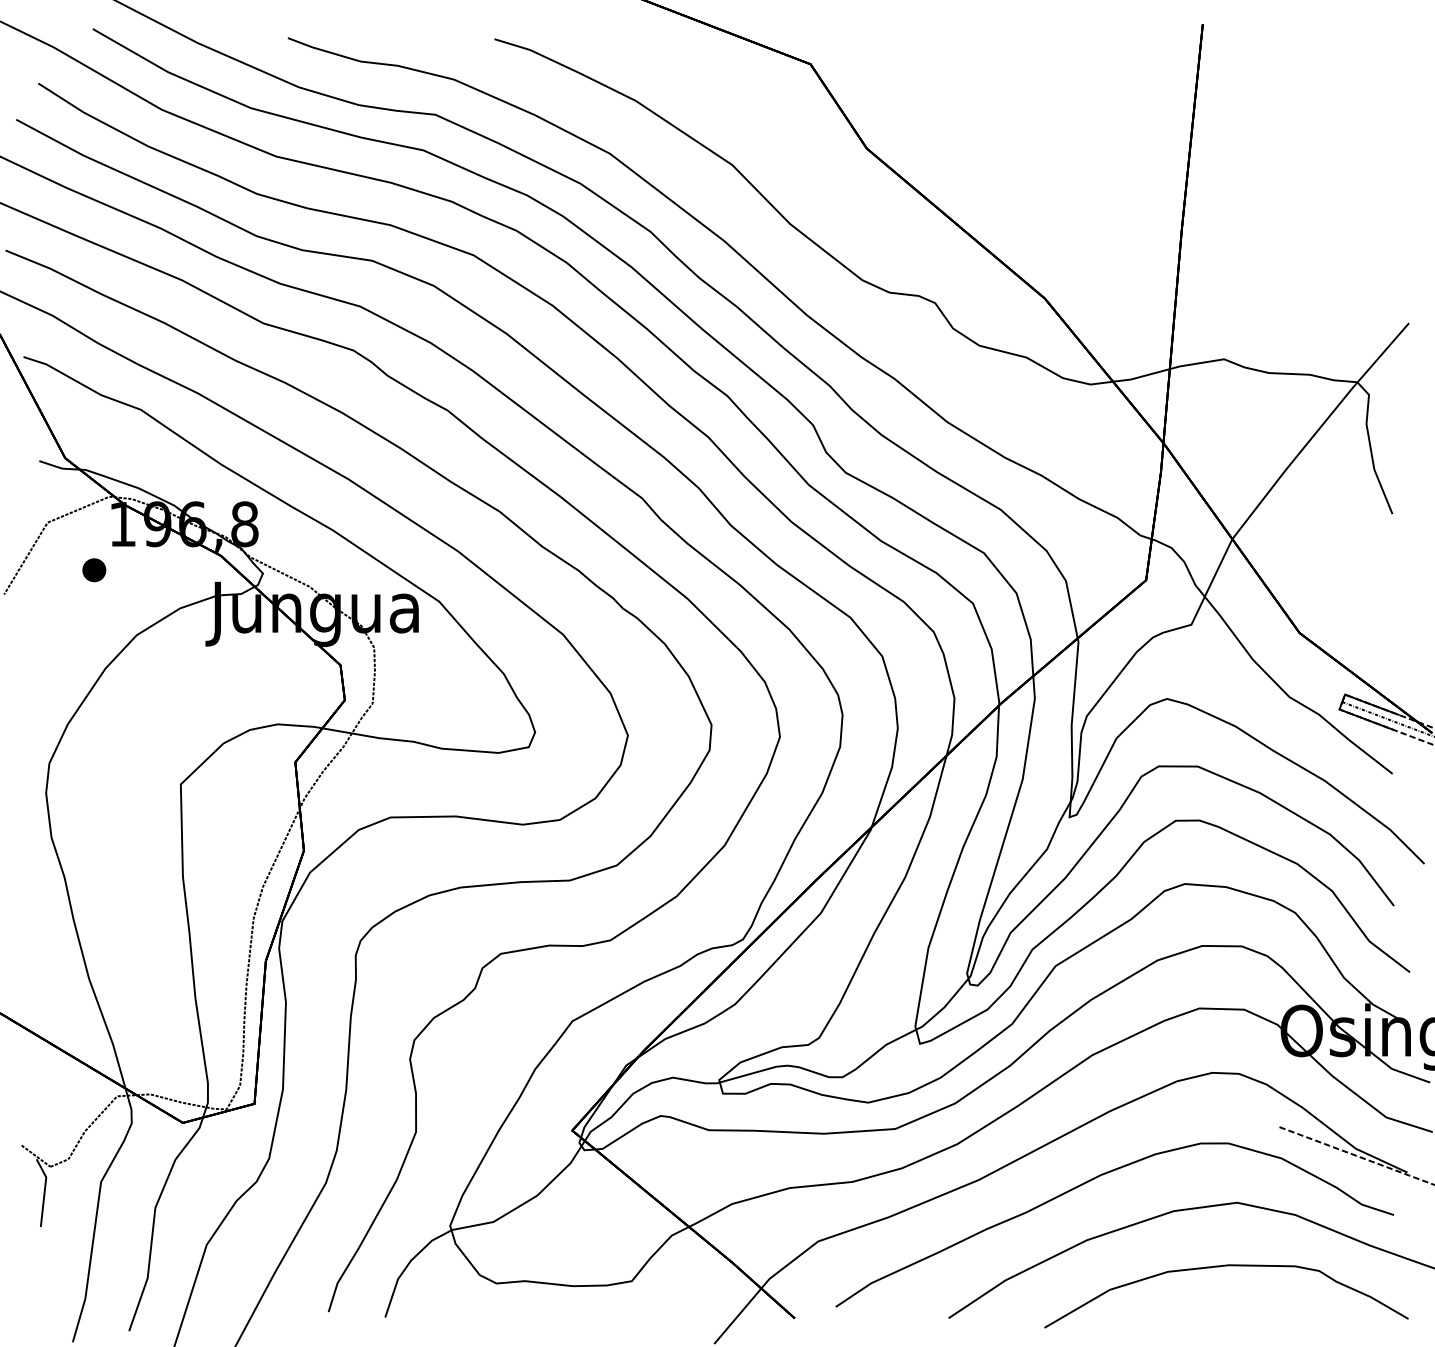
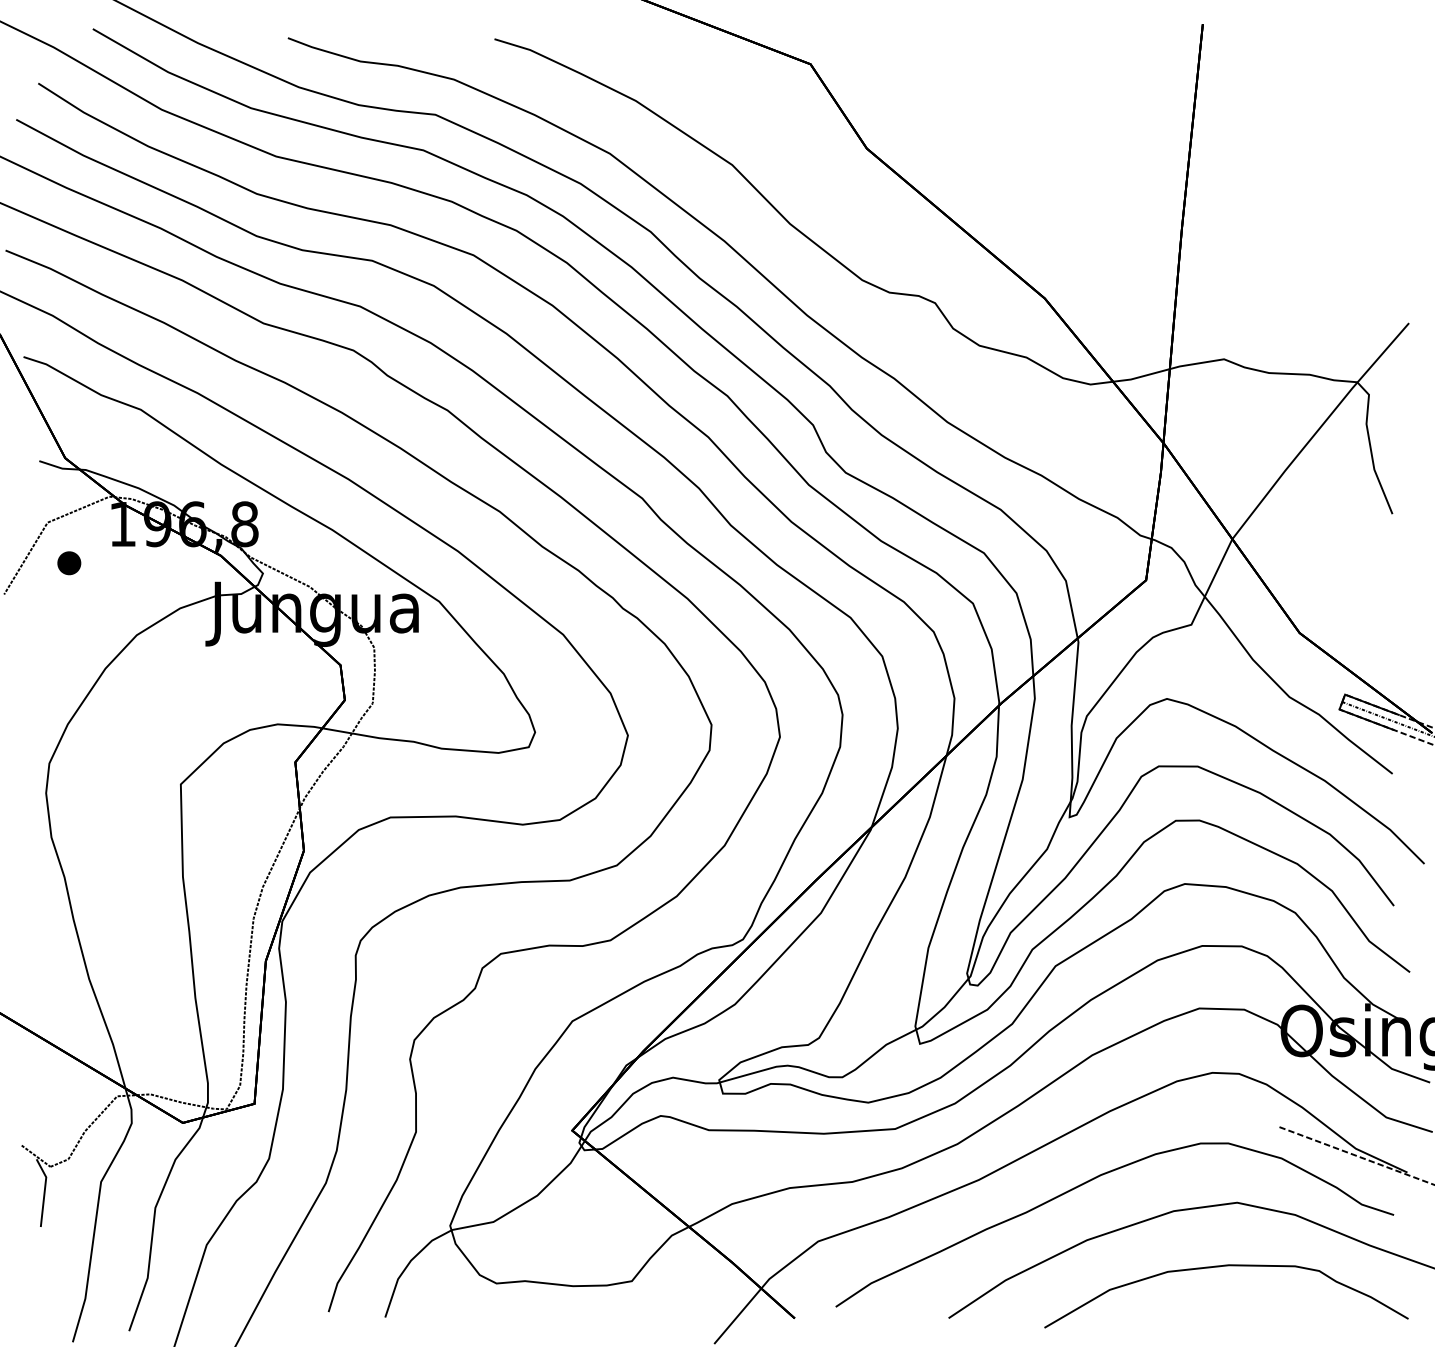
part at (94, 570) position: (94, 570) -> (69, 563)
